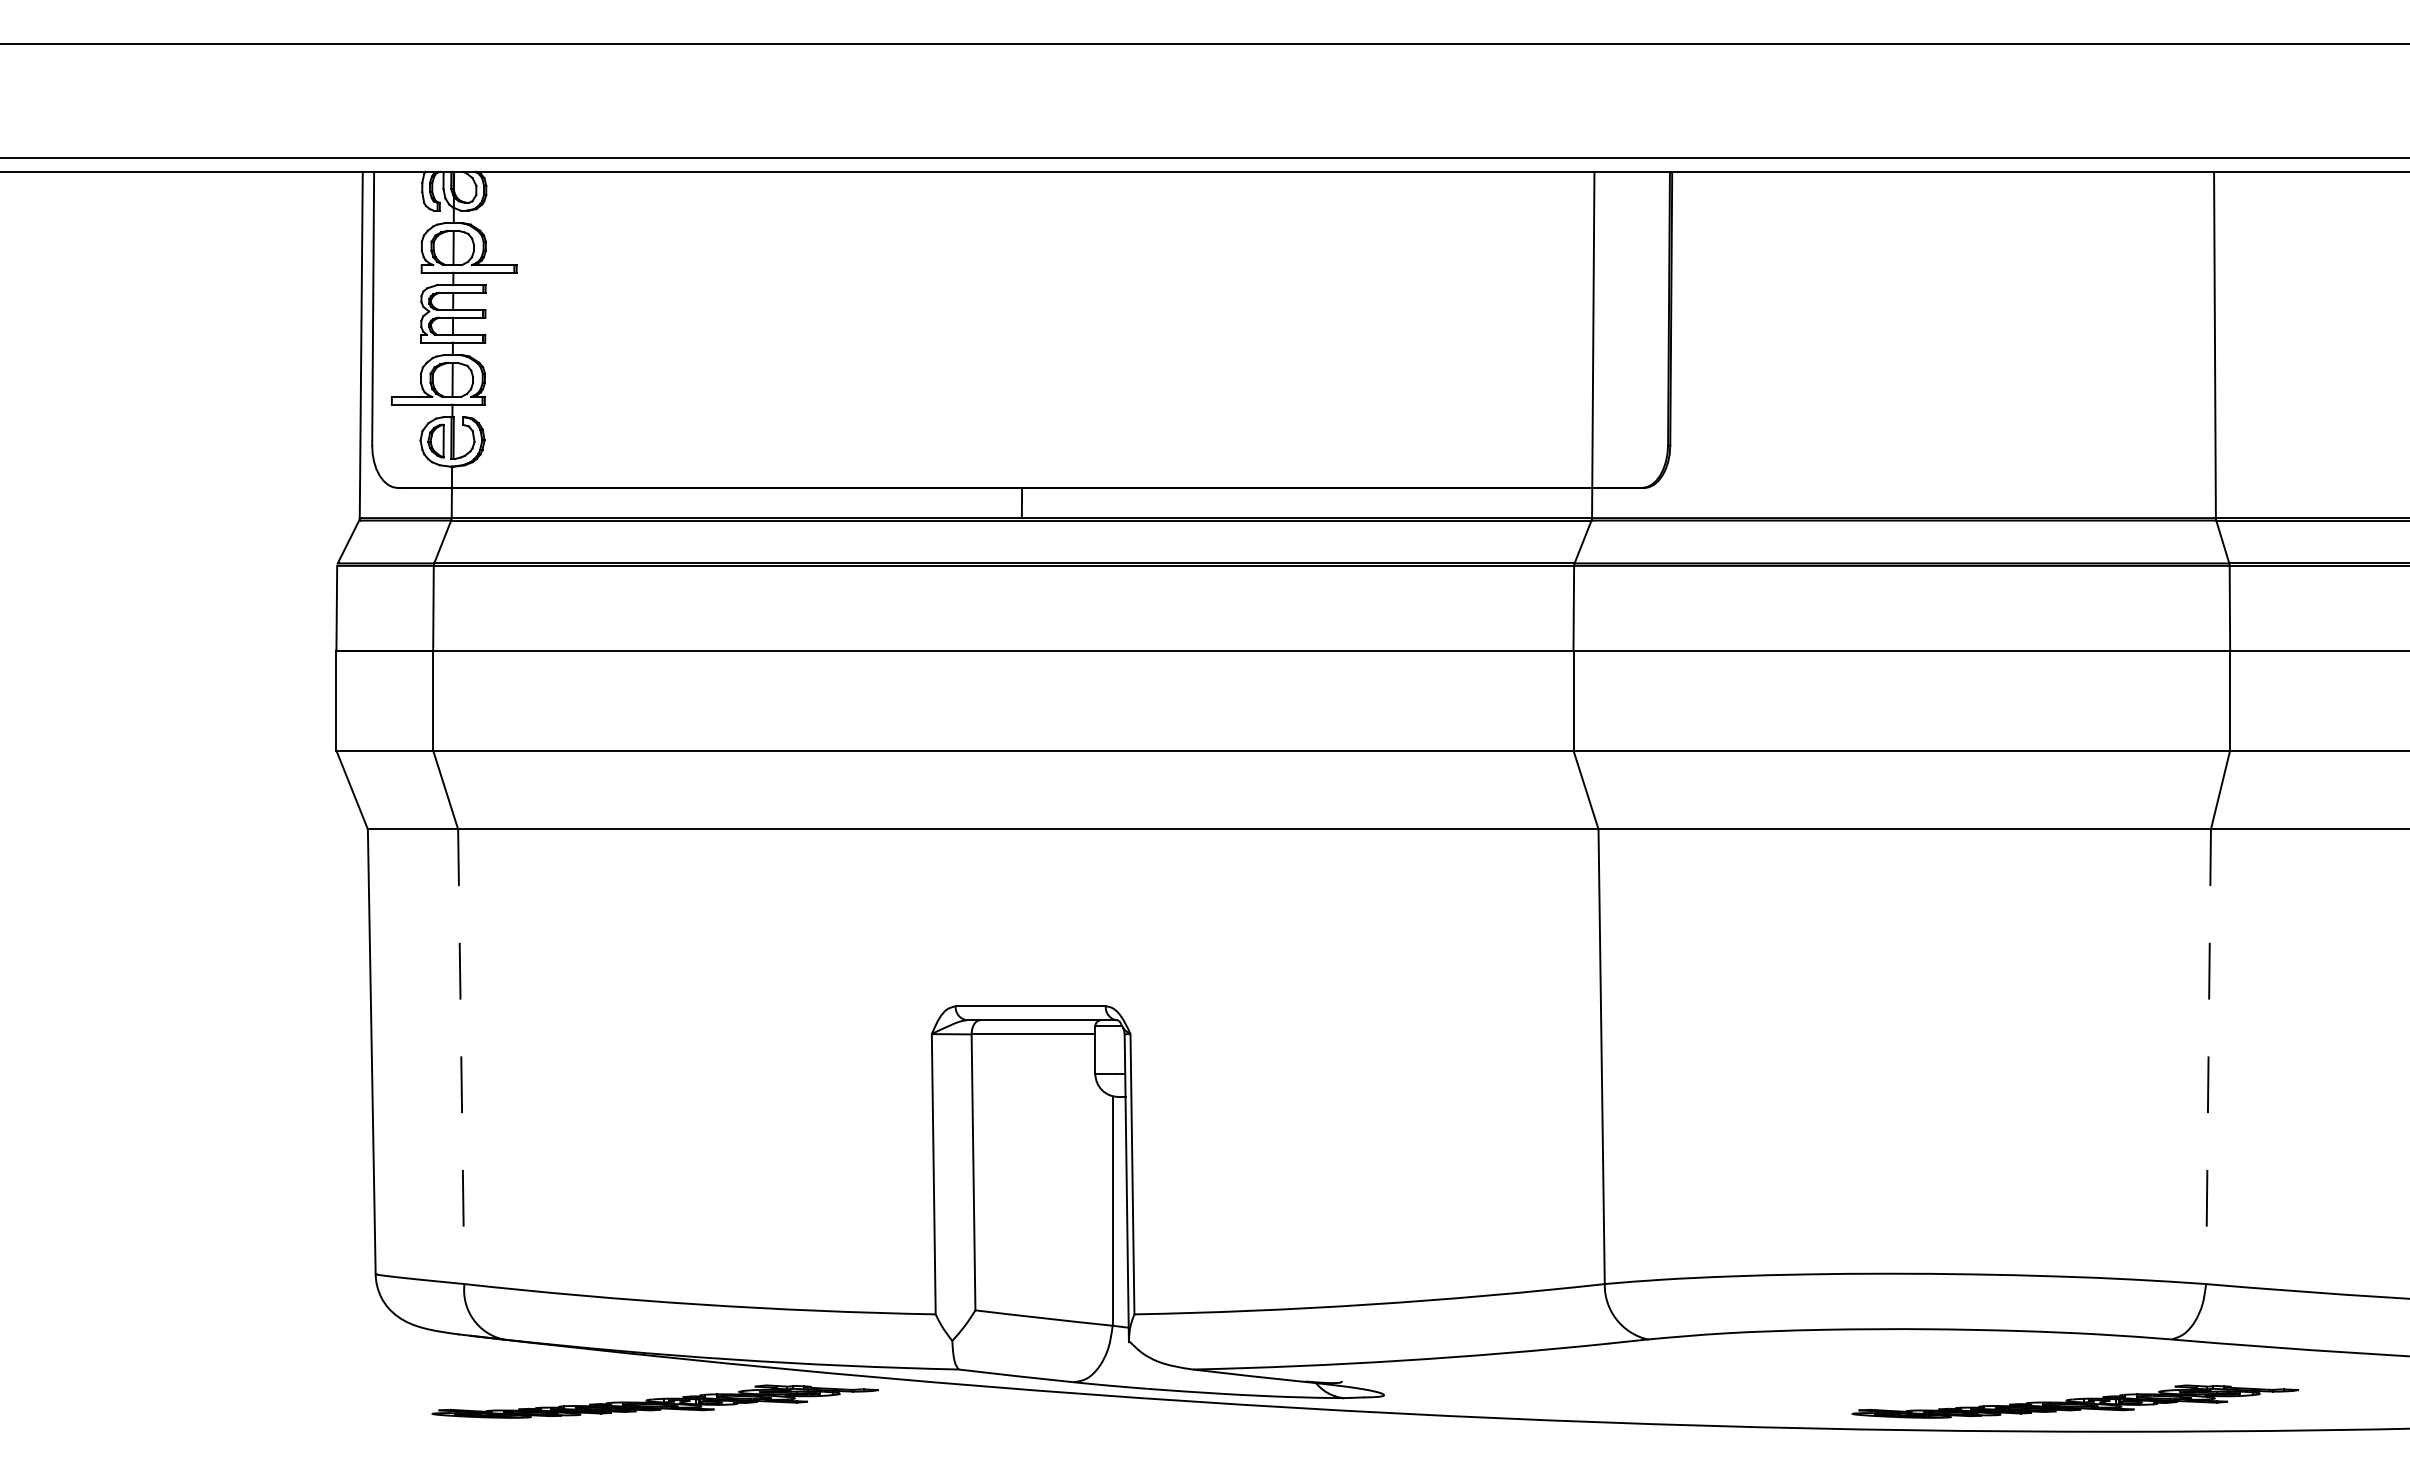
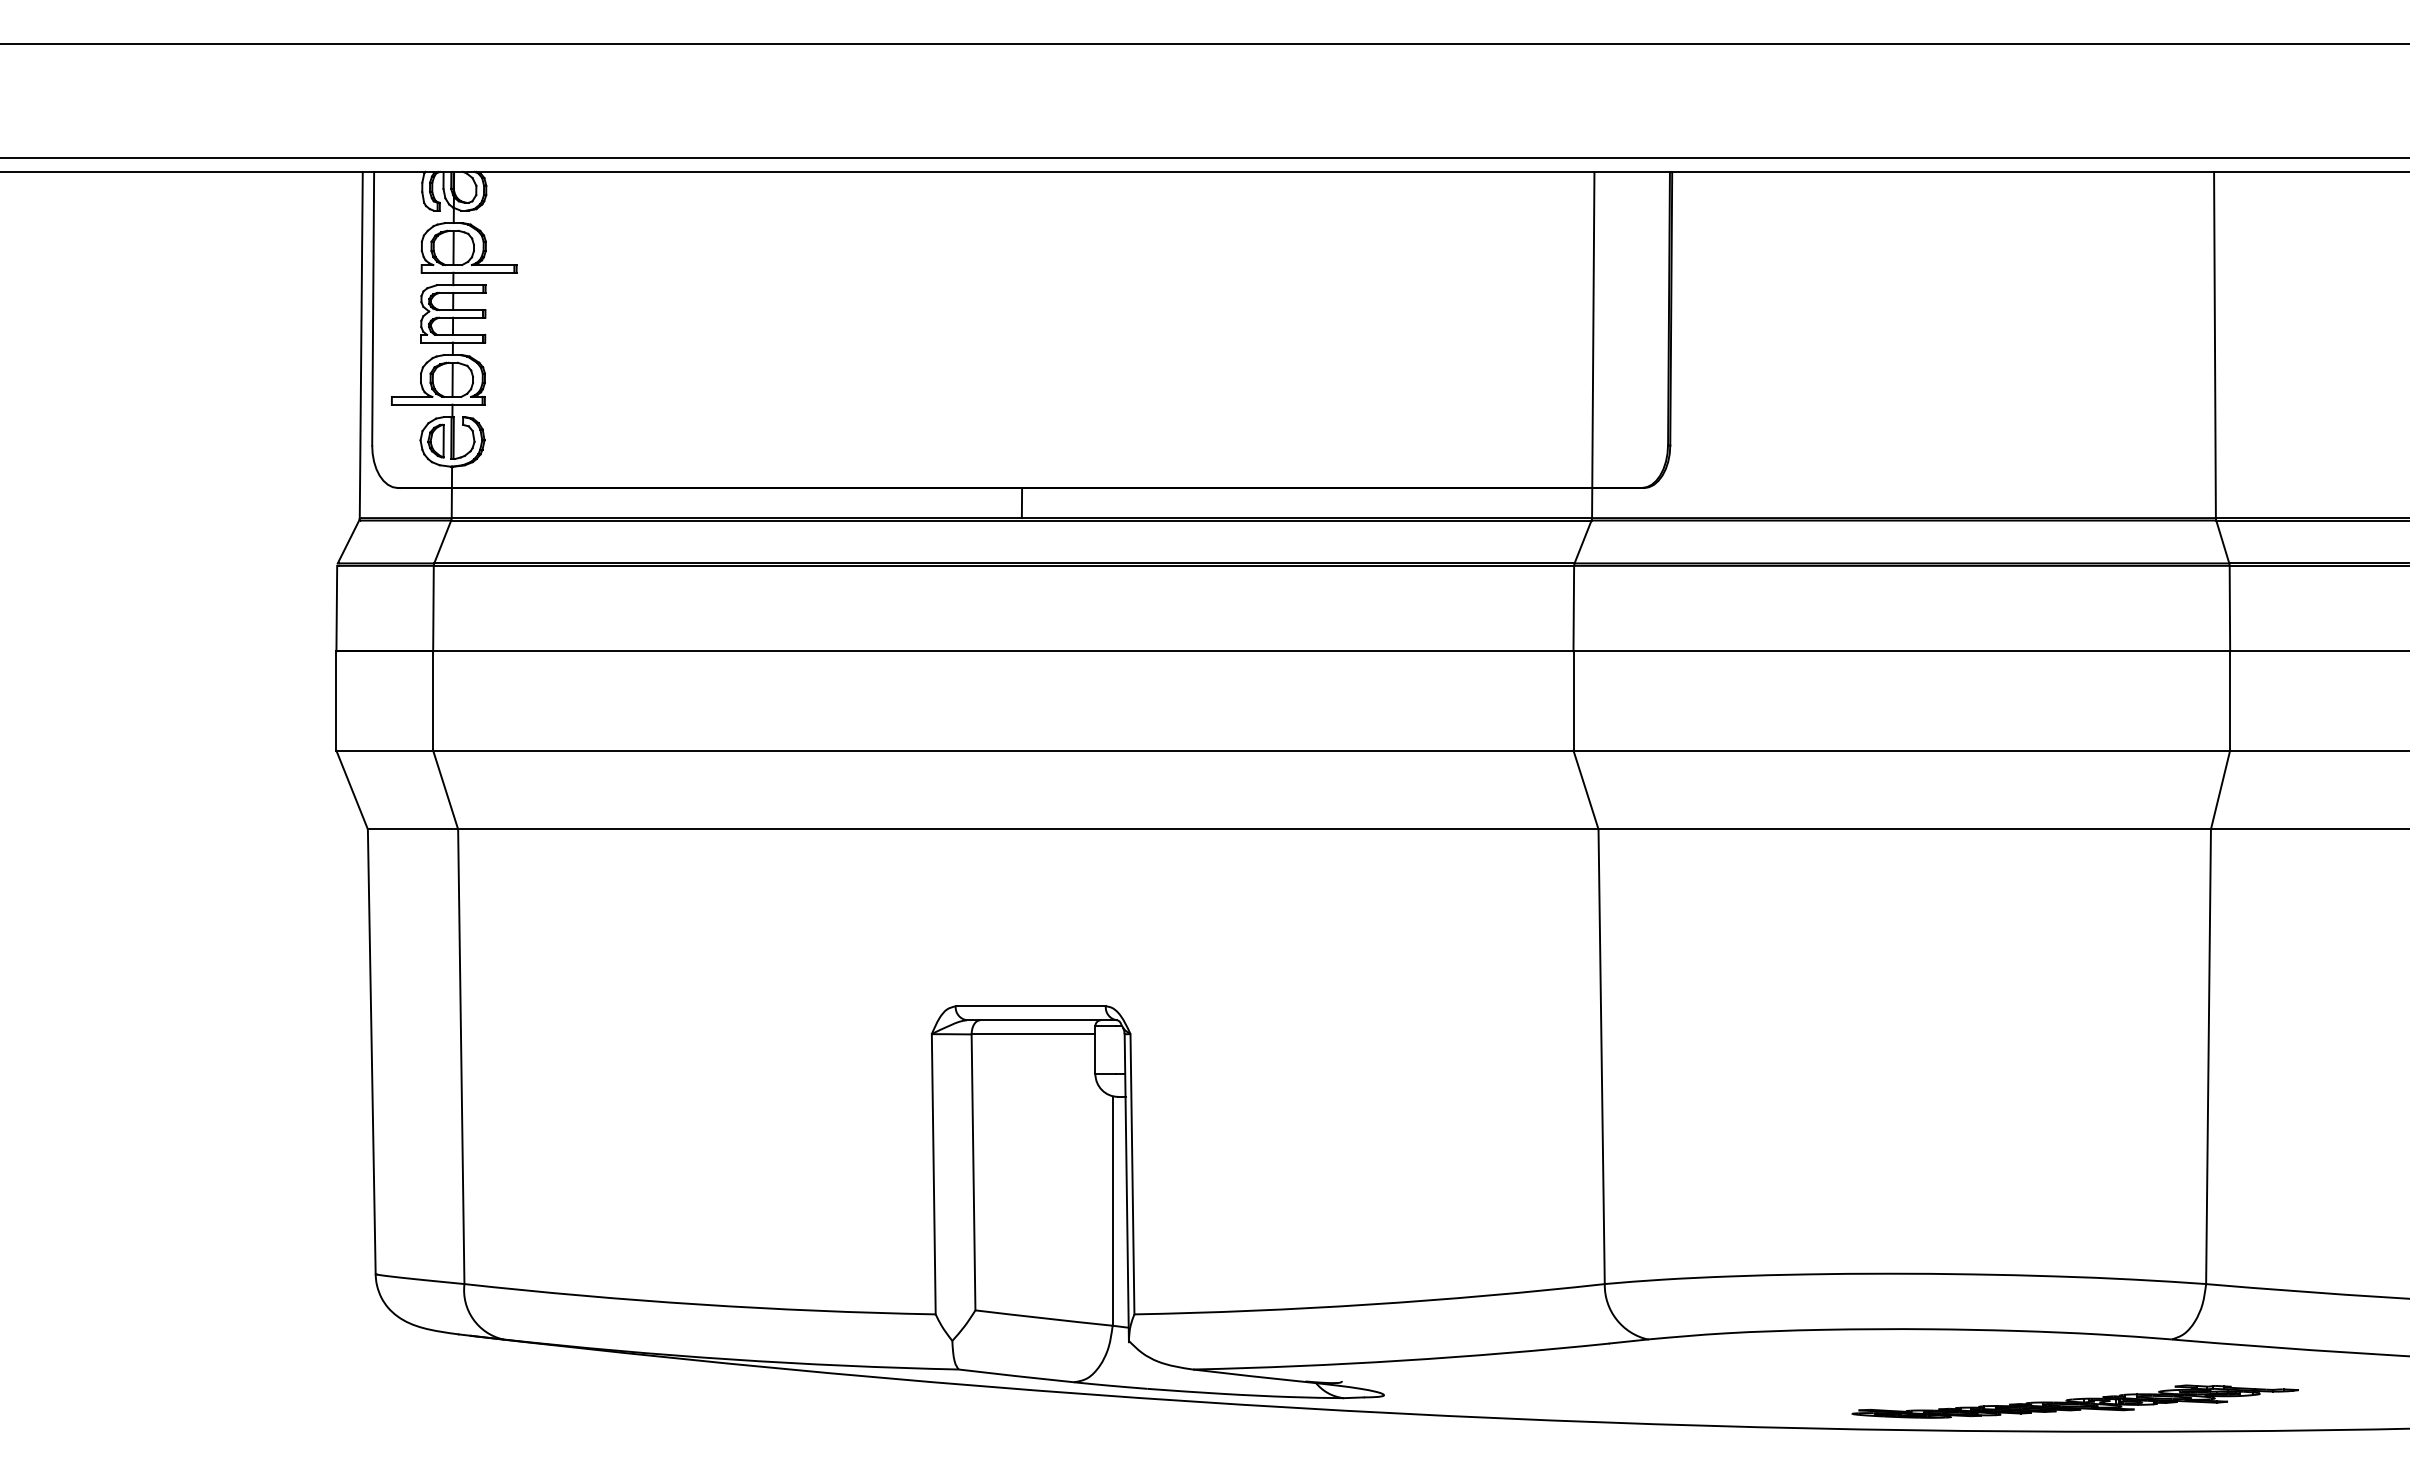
line at (461, 1057): dashed -> solid
line at (2208, 1057): dashed -> solid
part at (654, 1401): present -> none
